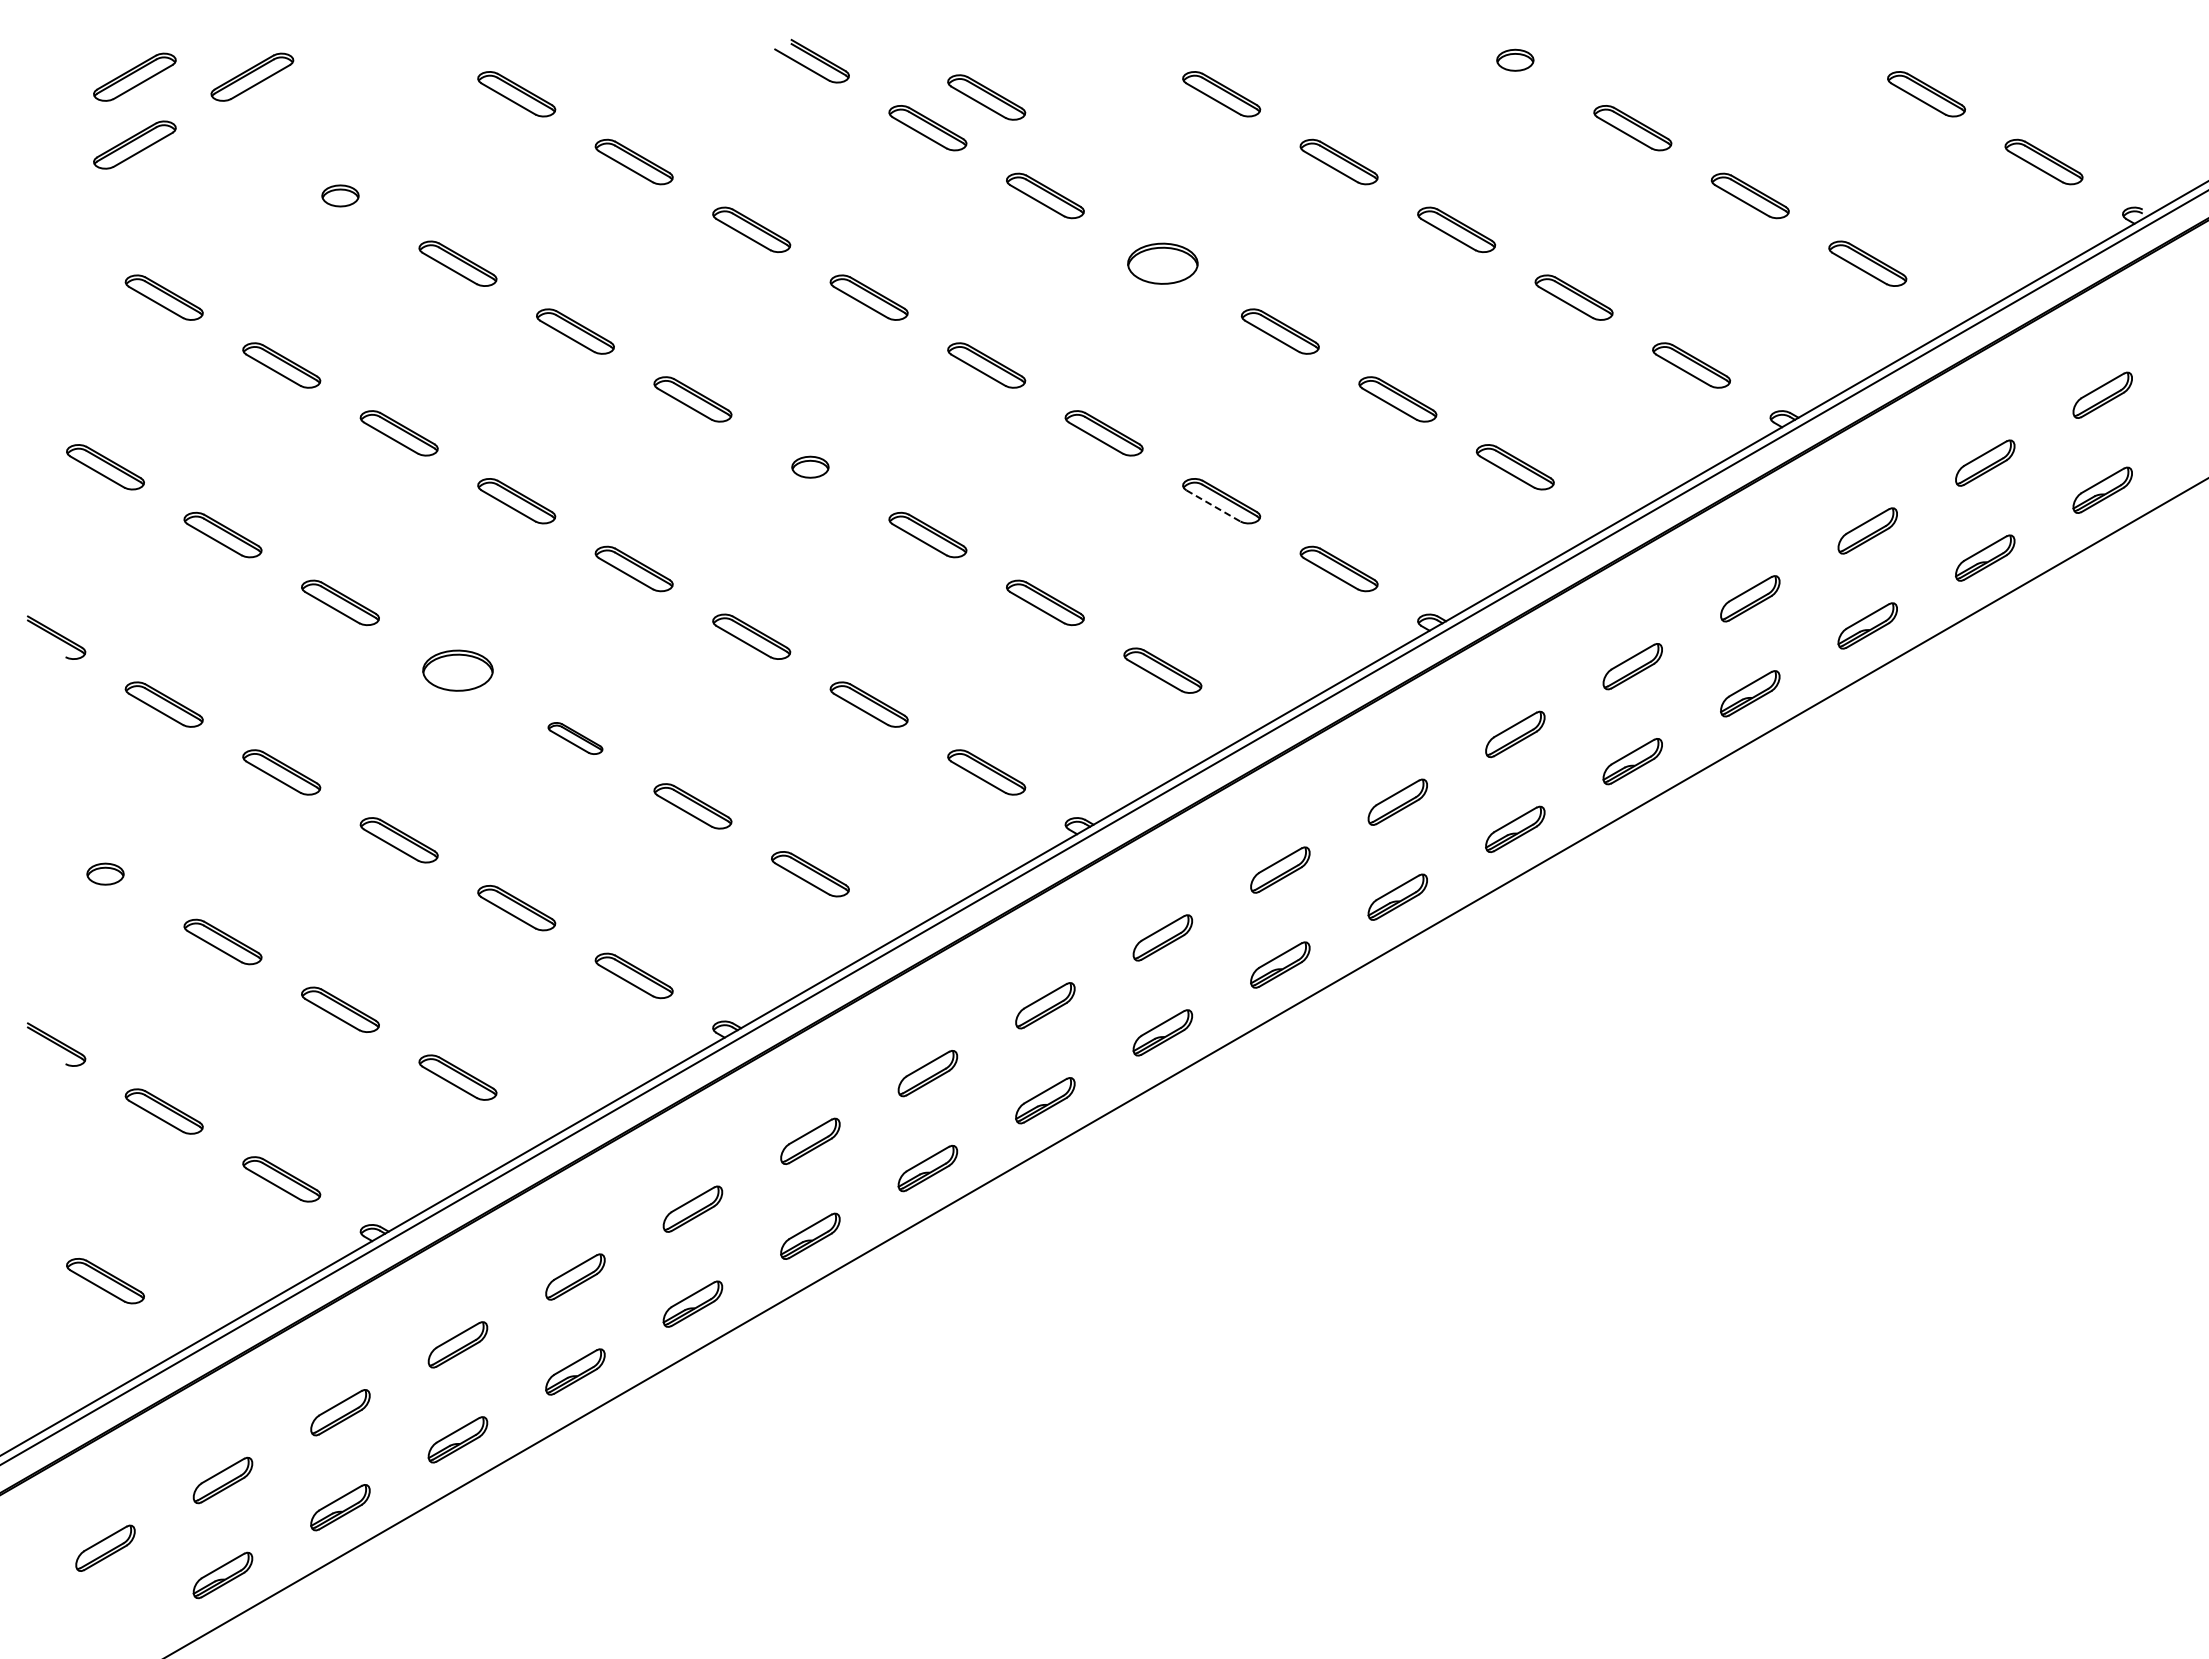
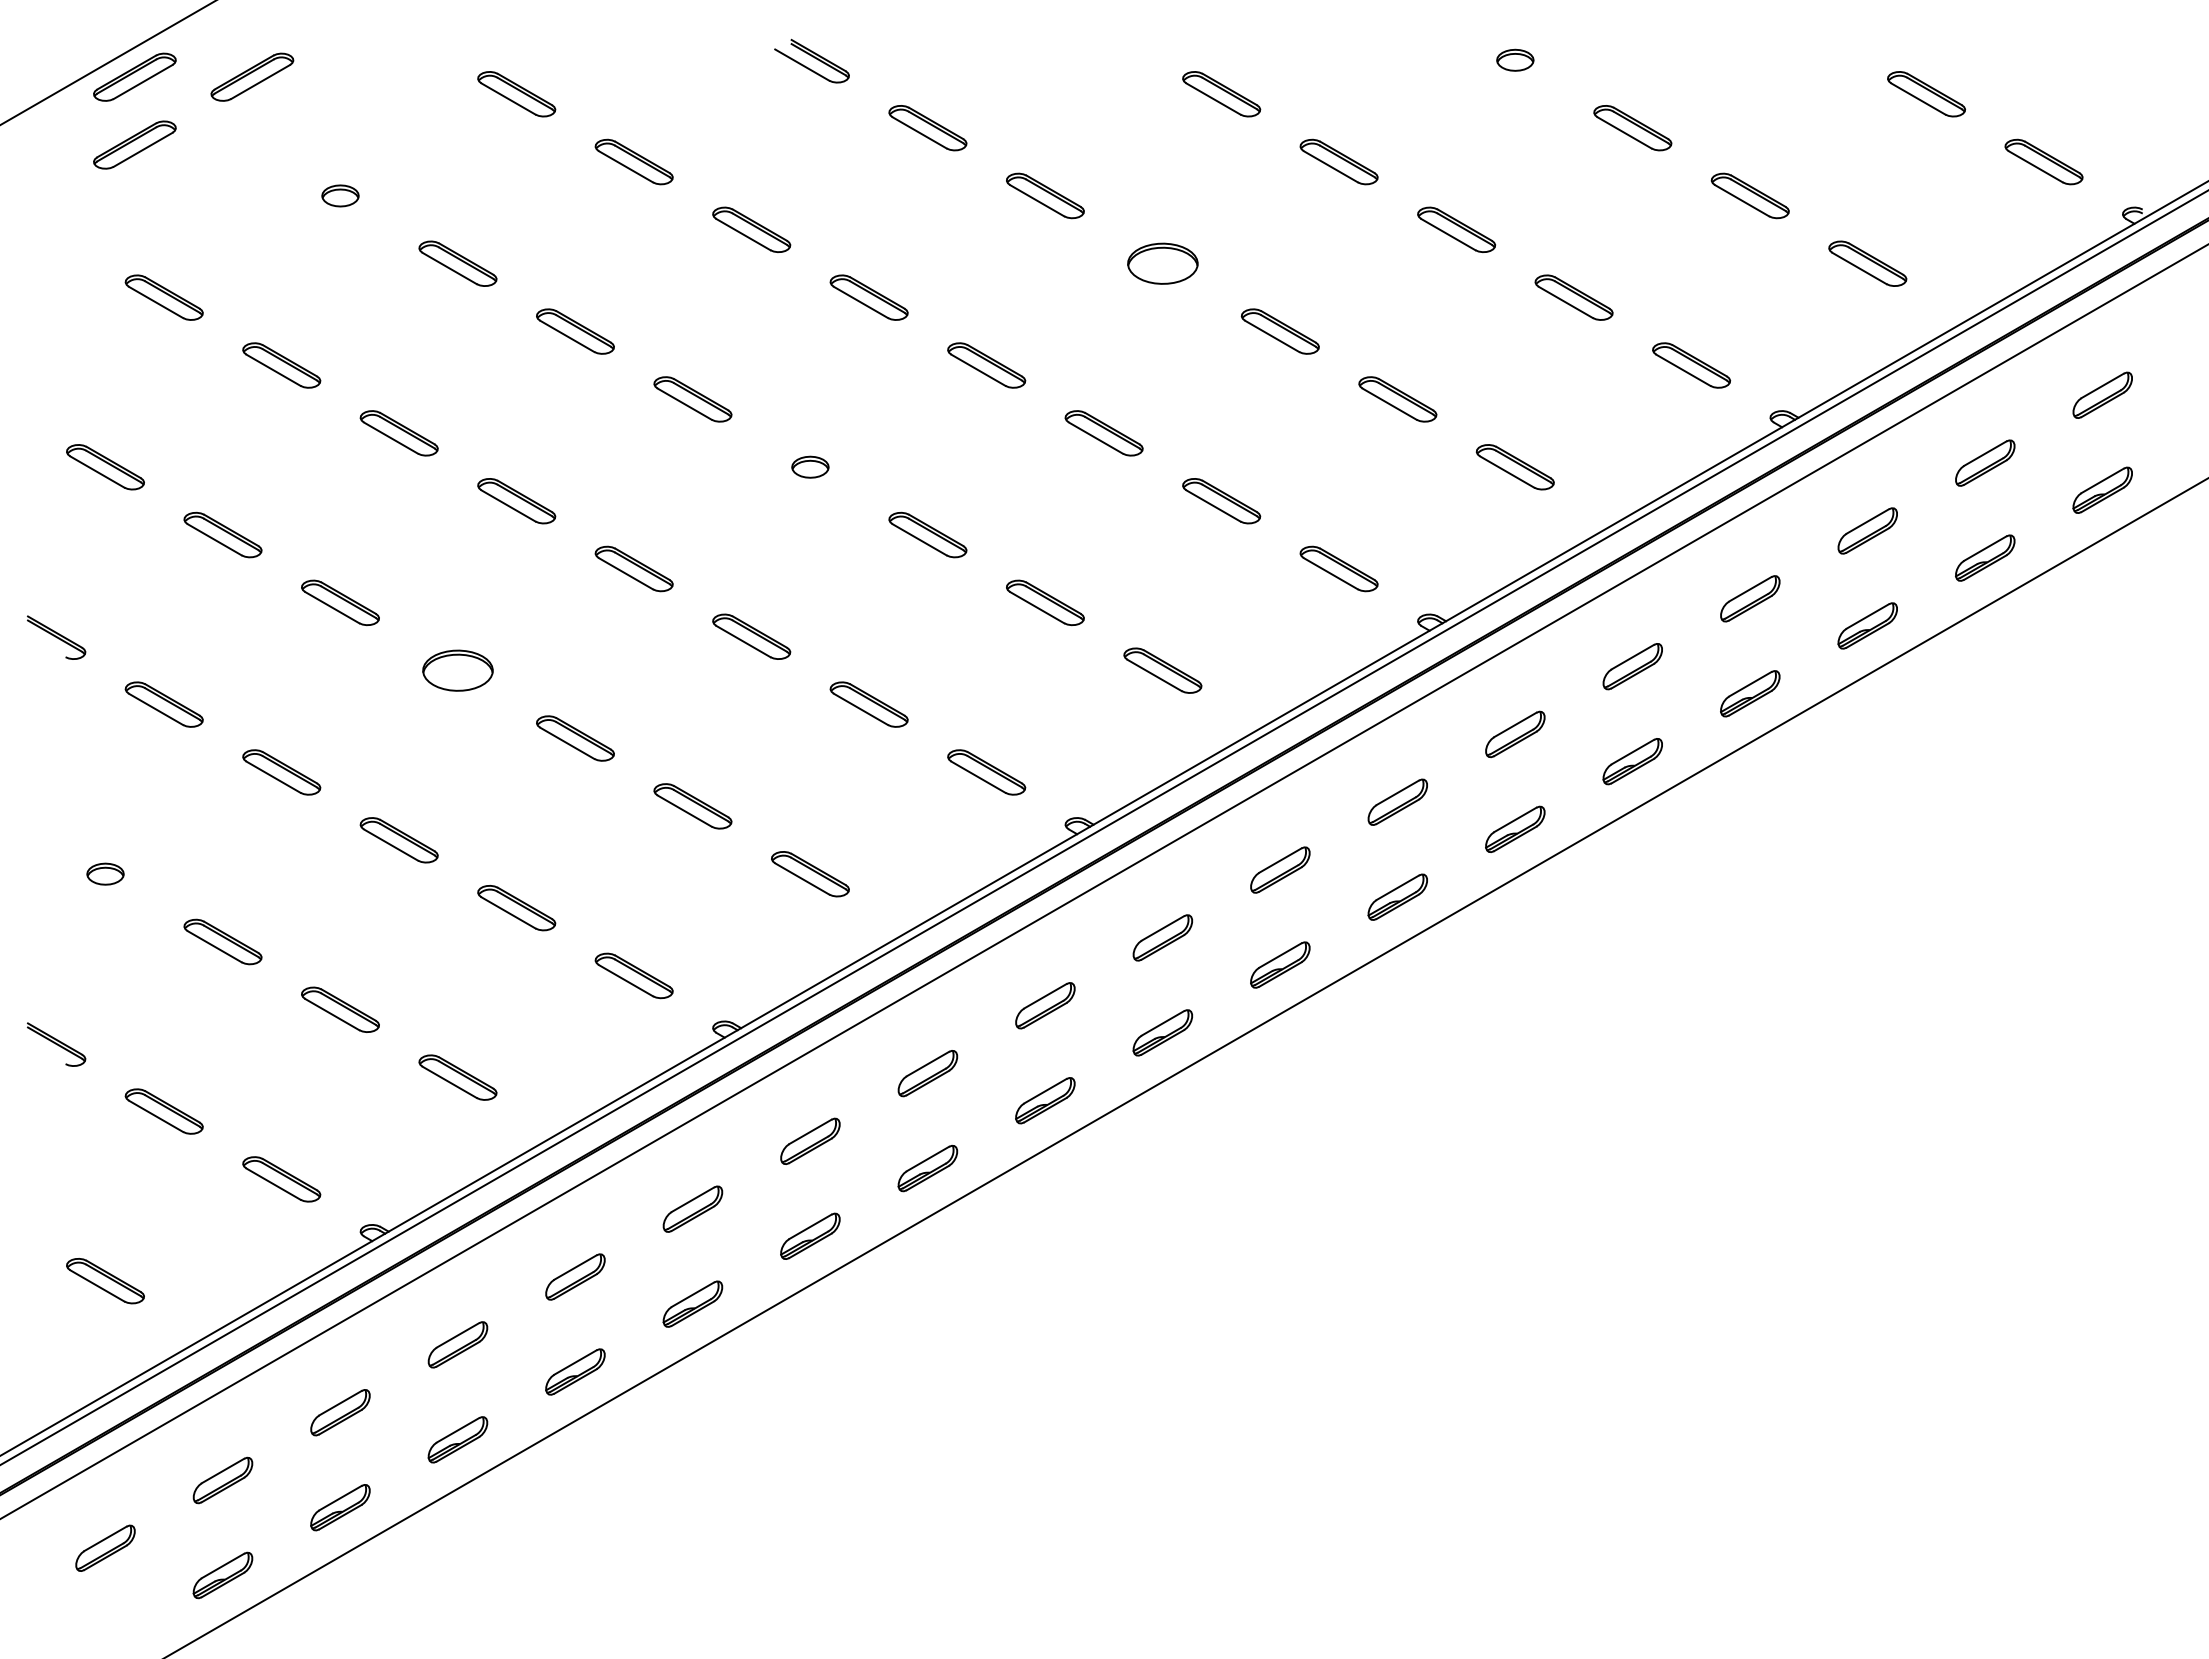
line at (107, 63): none -> present
part at (986, 97): present -> none
line at (1213, 506): dashed -> solid
part at (575, 738) size: 57x33 px -> 79x47 px
line at (1103, 881): none -> present
